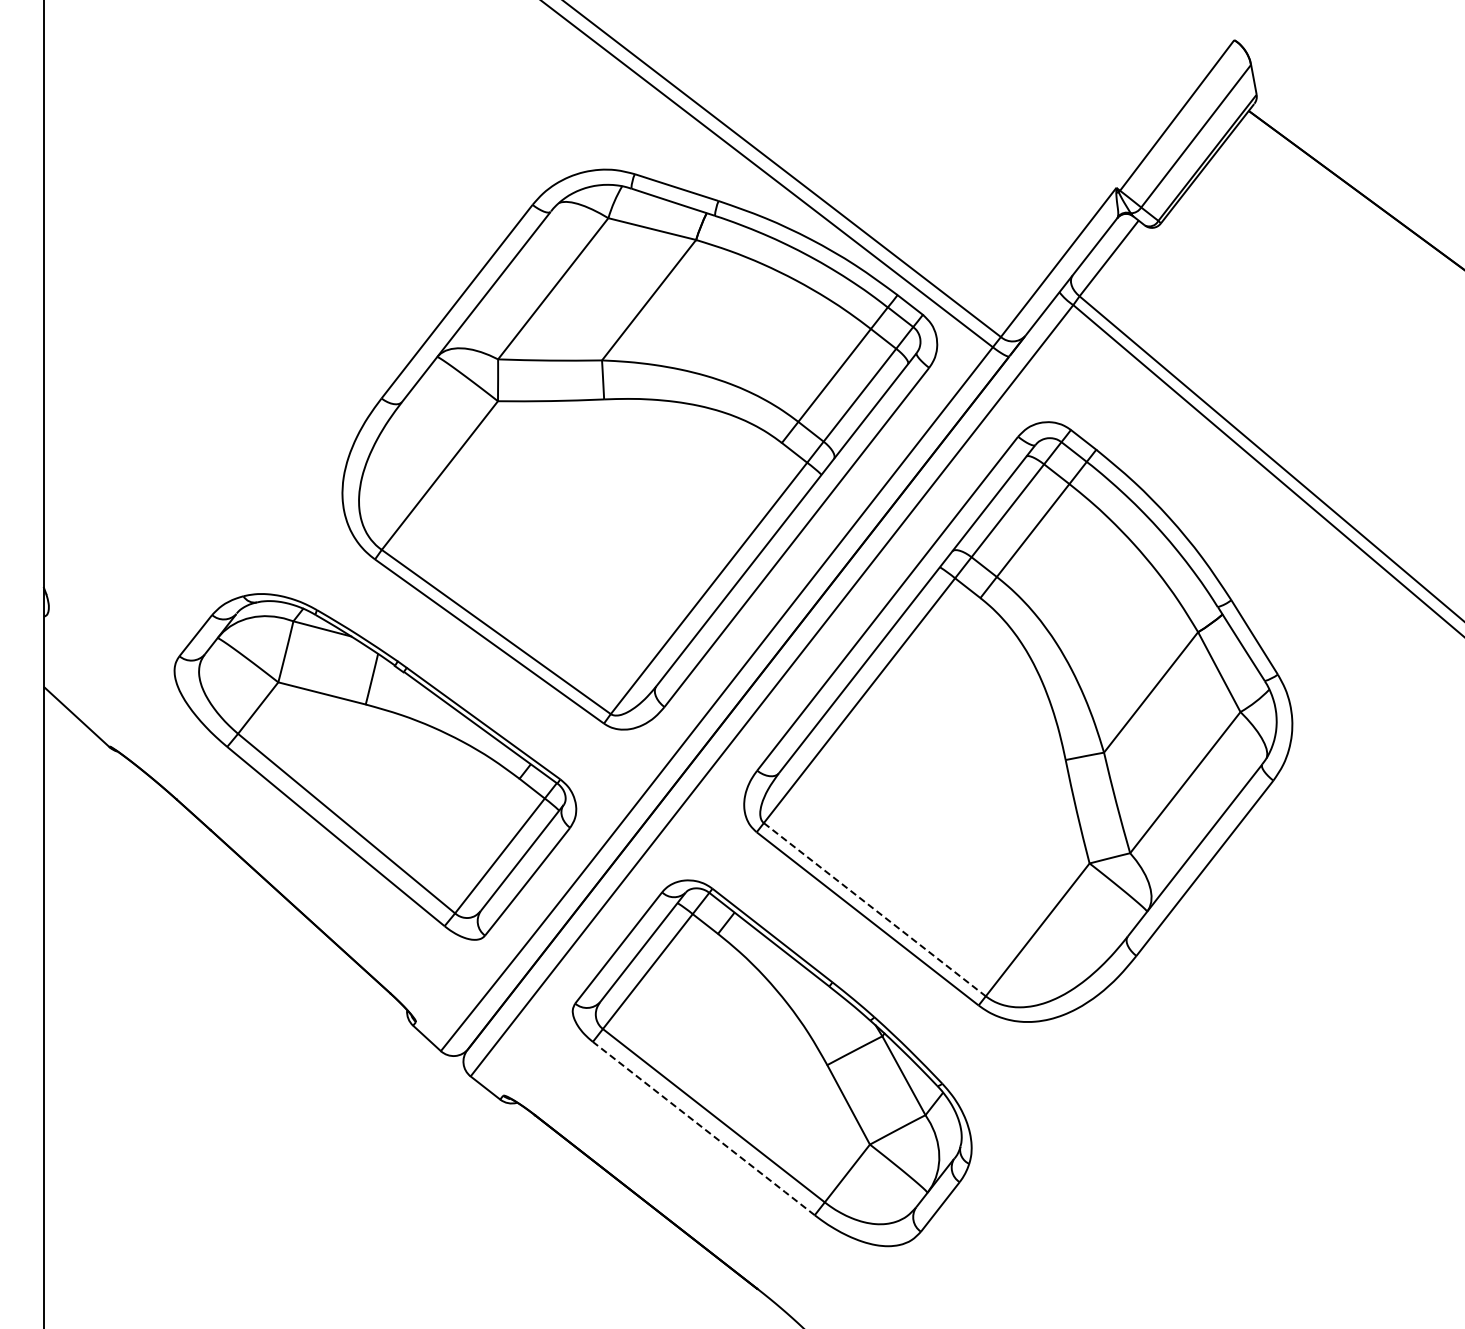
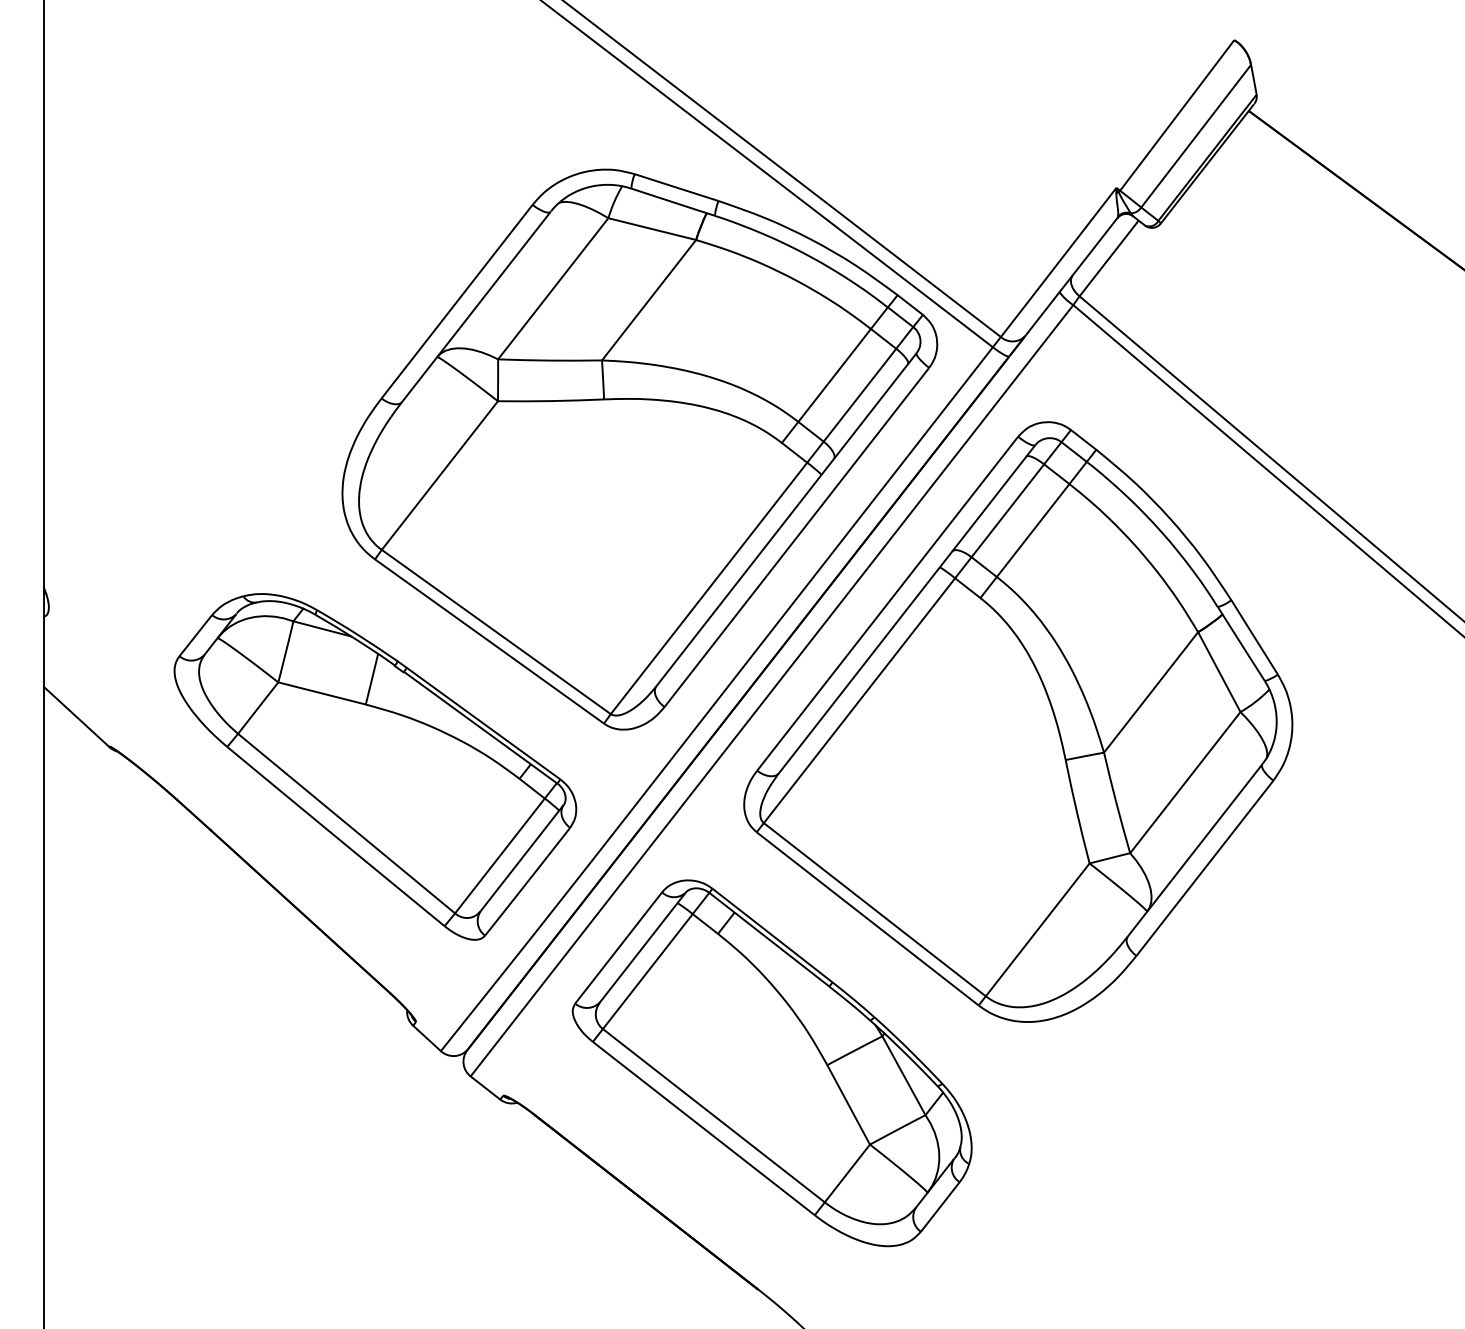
line at (874, 909): dashed -> solid
line at (703, 1128): dashed -> solid
